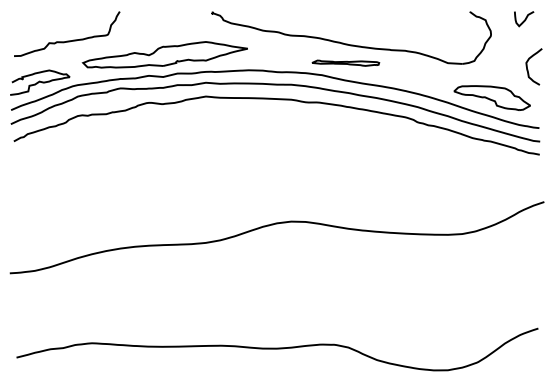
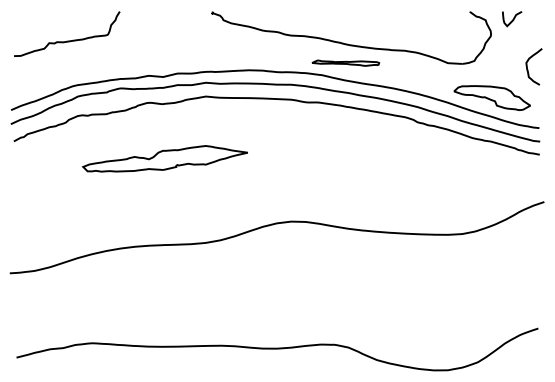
curve at (524, 19) position: (524, 19) -> (512, 19)
part at (164, 54) position: (164, 54) -> (164, 158)
curve at (40, 82): present -> none
